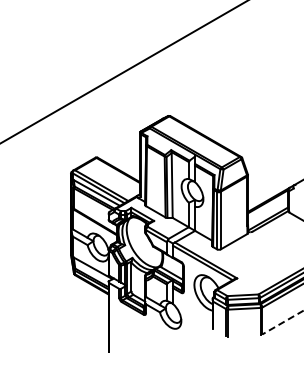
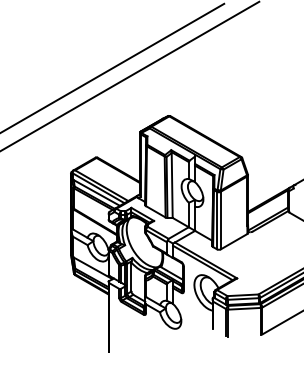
line at (113, 67): none -> present
line at (123, 72) position: (123, 72) -> (130, 75)
line at (282, 322): dashed -> solid
